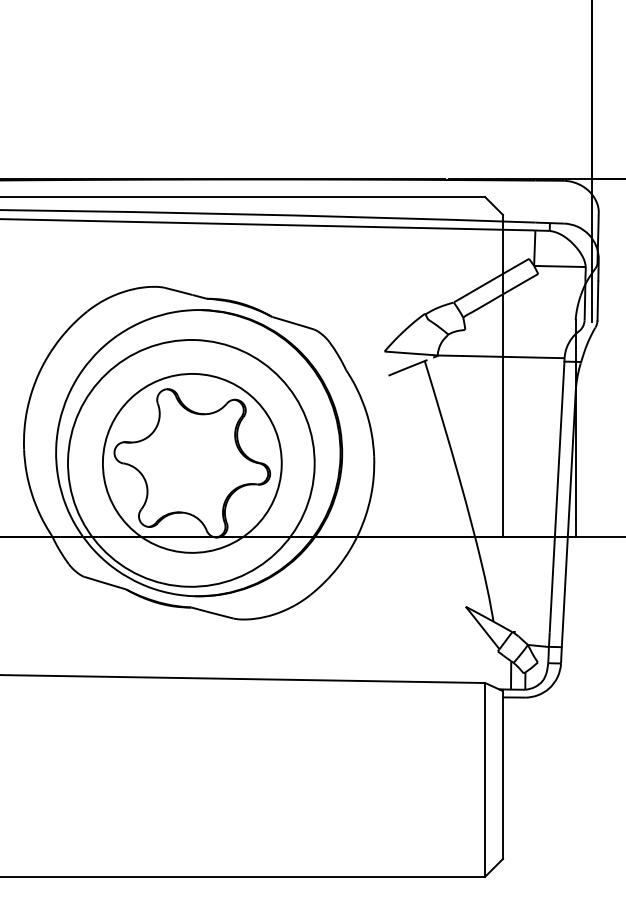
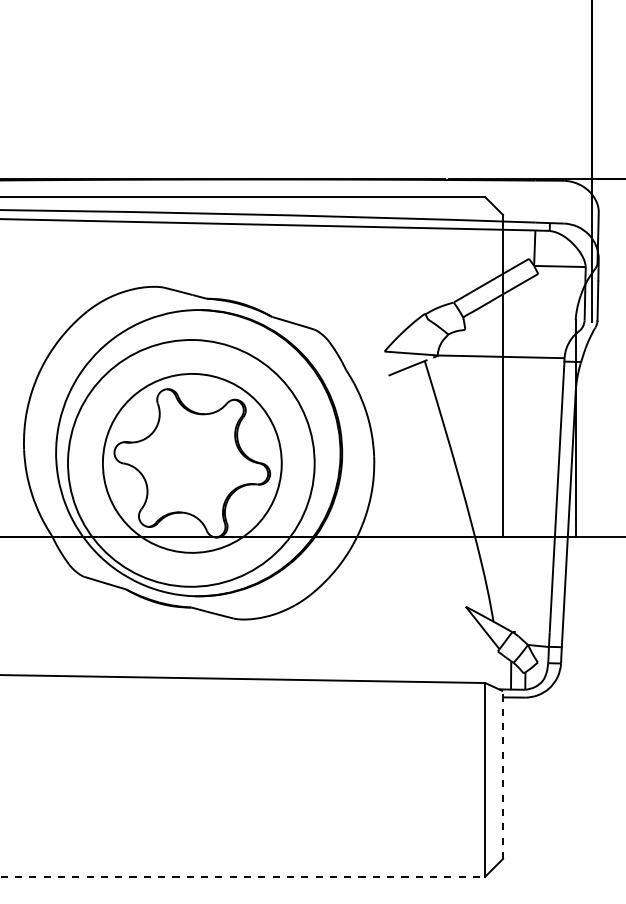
line at (502, 775): solid -> dashed
line at (243, 876): solid -> dashed
